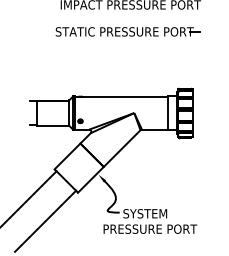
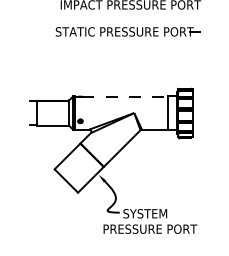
line at (125, 96): solid -> dashed
line at (29, 198): present -> none
line at (45, 220): present -> none
